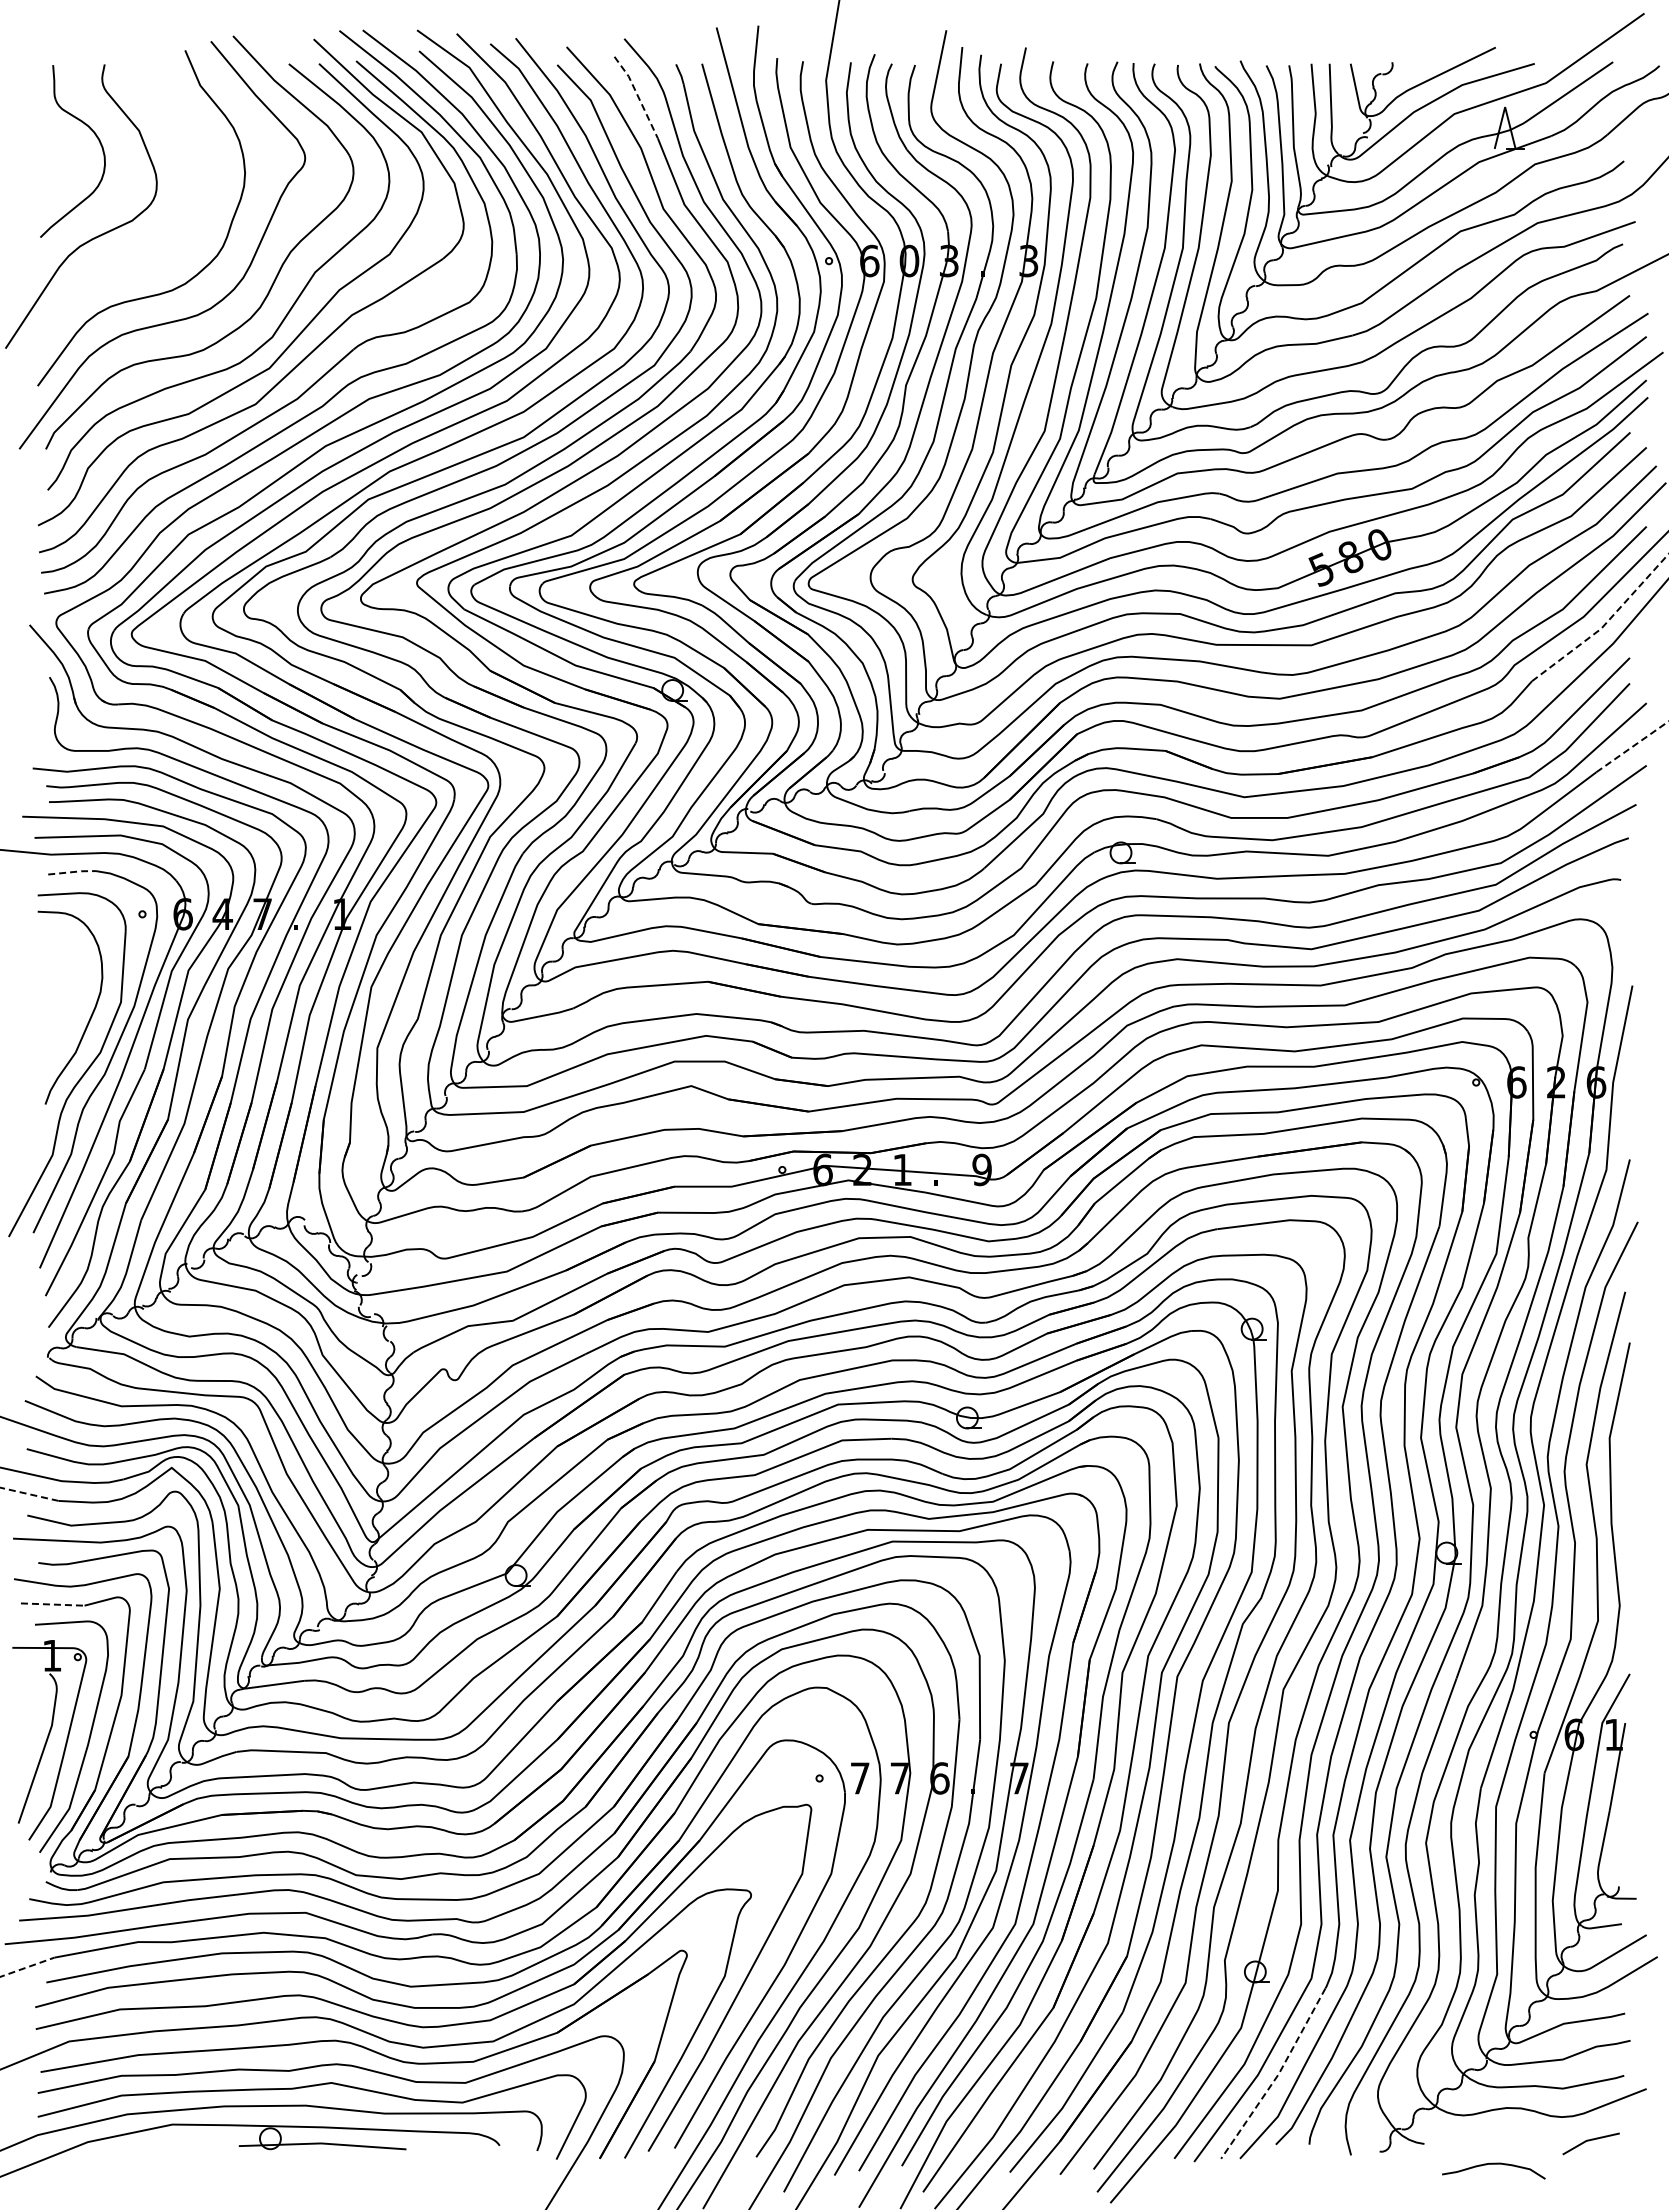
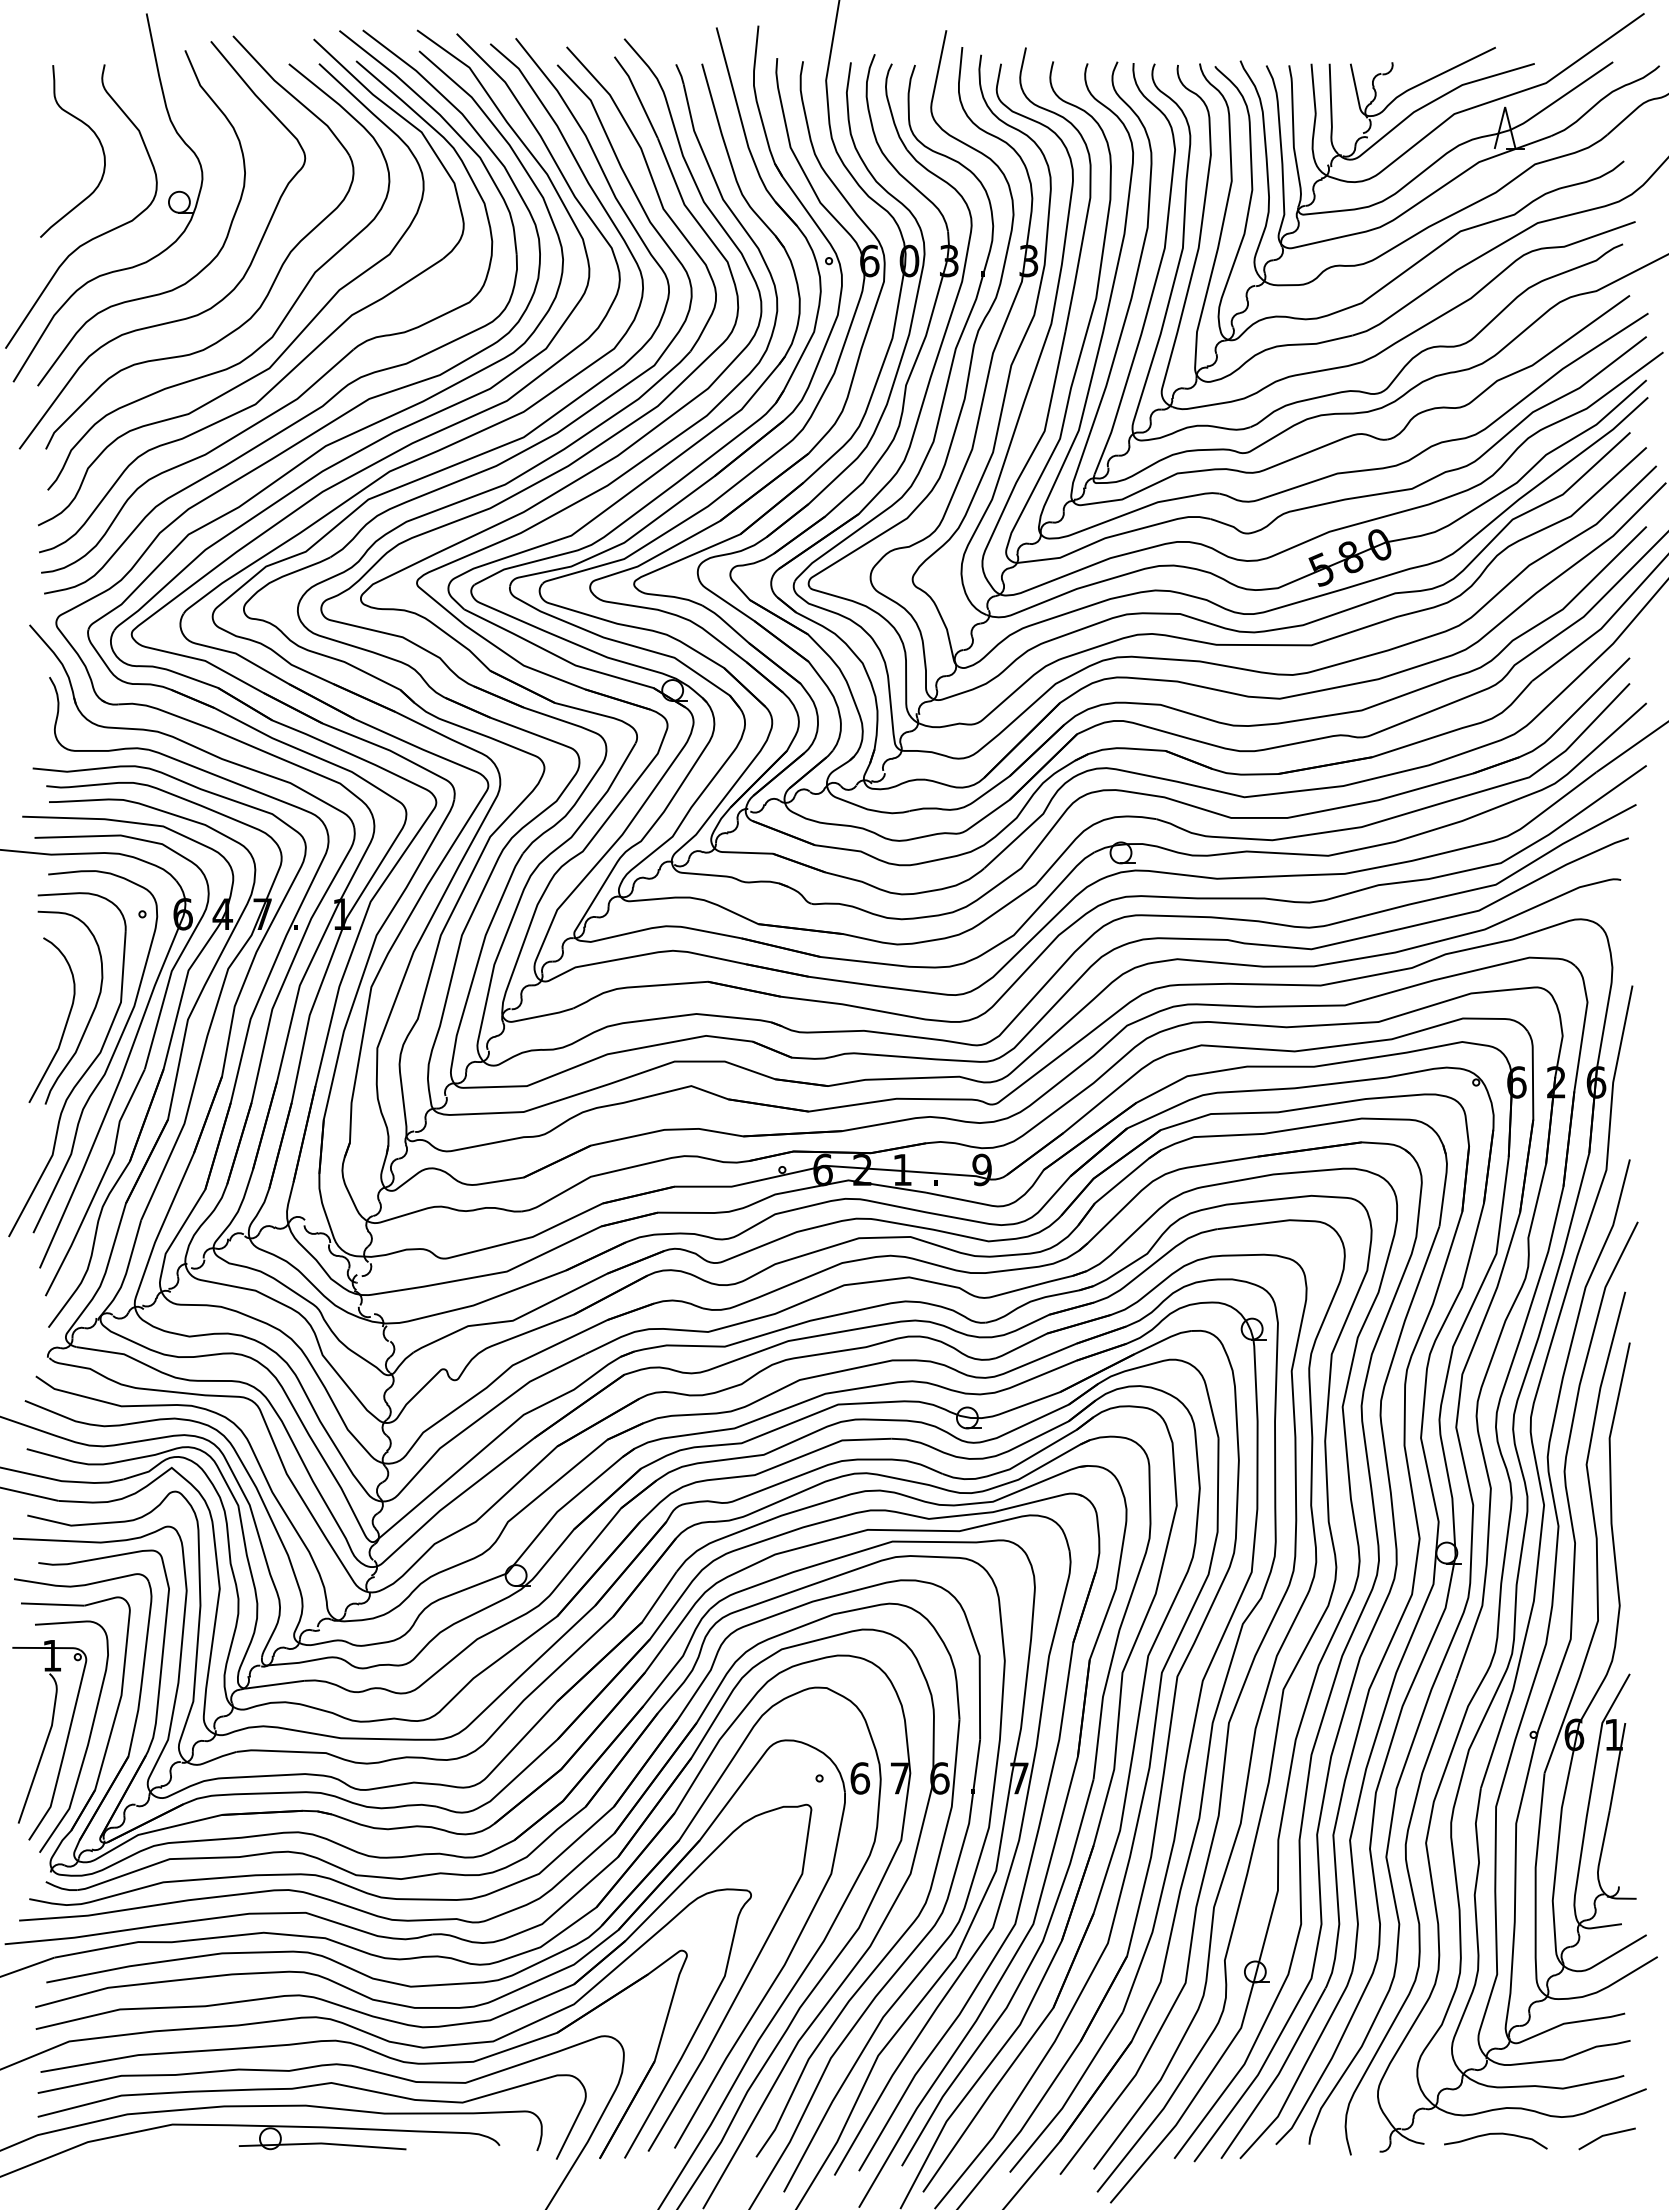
line at (637, 96): dashed -> solid
part at (168, 198): none -> present
line at (1605, 623): dashed -> solid
line at (1633, 746): dashed -> solid
line at (72, 872): dashed -> solid
curve at (65, 1023): none -> present
line at (29, 1494): dashed -> solid
line at (52, 1604): dashed -> solid
text at (860, 1778): 7 -> 6
line at (28, 1967): dashed -> solid
line at (1277, 2075): dashed -> solid
line at (1589, 2141) position: (1589, 2141) -> (1605, 2136)
curve at (1493, 2164) position: (1493, 2164) -> (1495, 2134)
